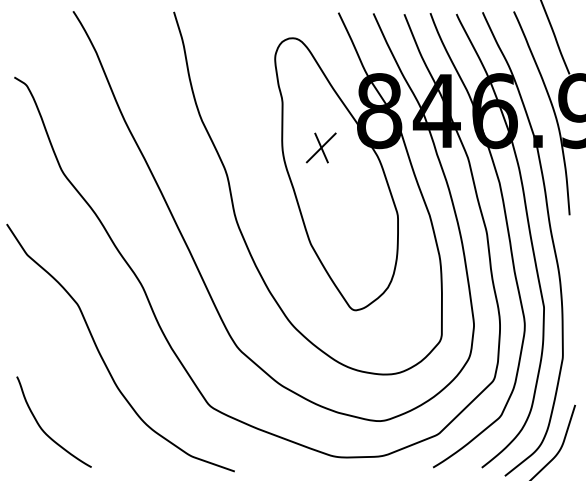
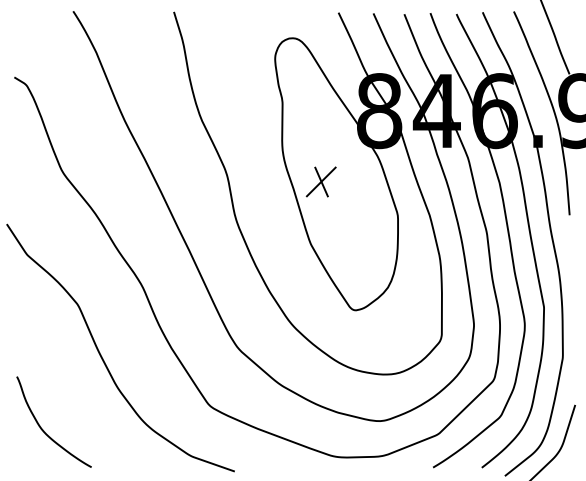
part at (320, 147) position: (320, 147) -> (320, 181)
